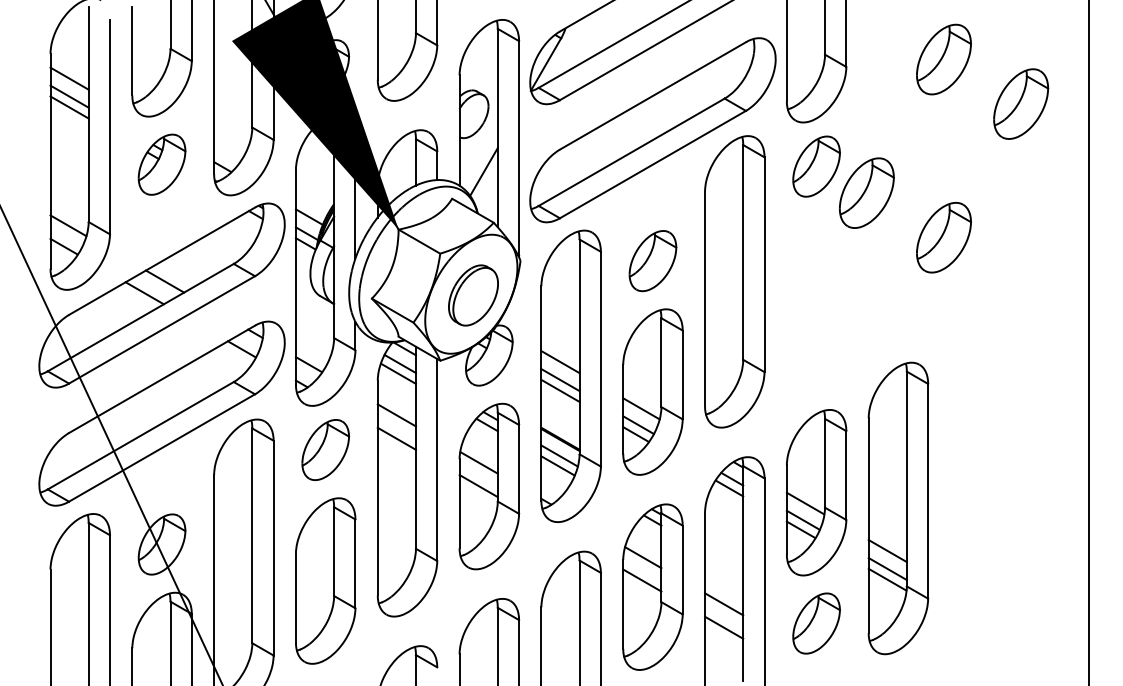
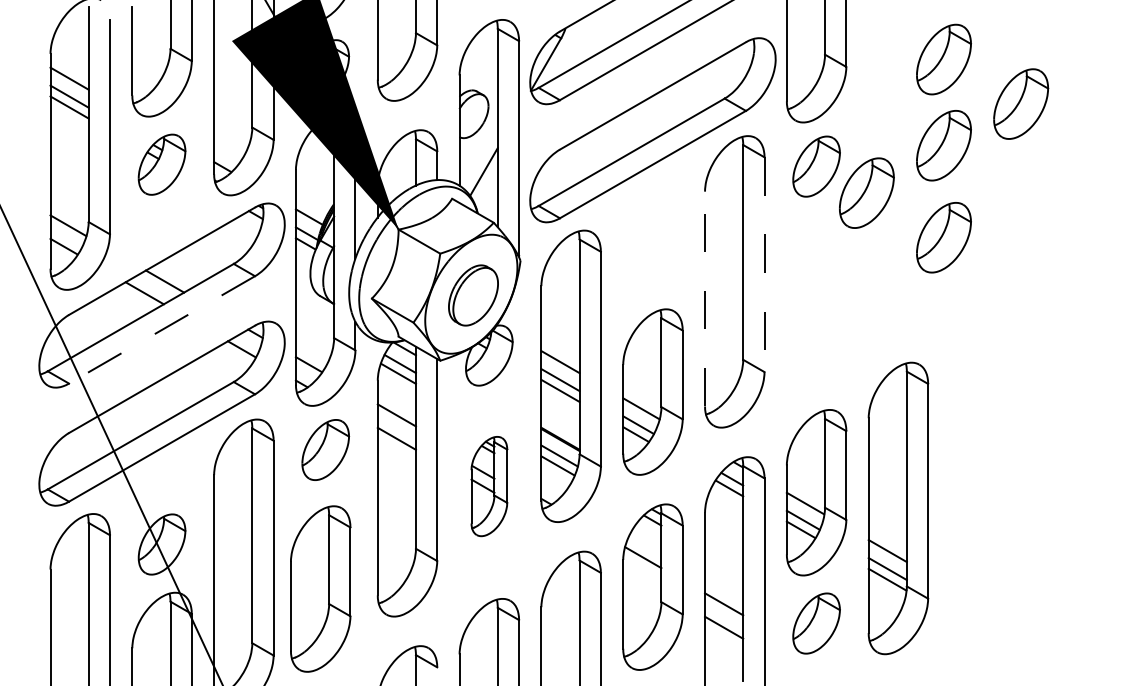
part at (943, 145): none -> present
part at (652, 261): present -> none
line at (764, 265): solid -> dashed
line at (705, 298): solid -> dashed
line at (161, 330): solid -> dashed
line at (1089, 342): present -> none
part at (489, 486) size: 63x169 px -> 39x102 px
part at (325, 580) position: (325, 580) -> (320, 588)
line at (642, 580): present -> none
